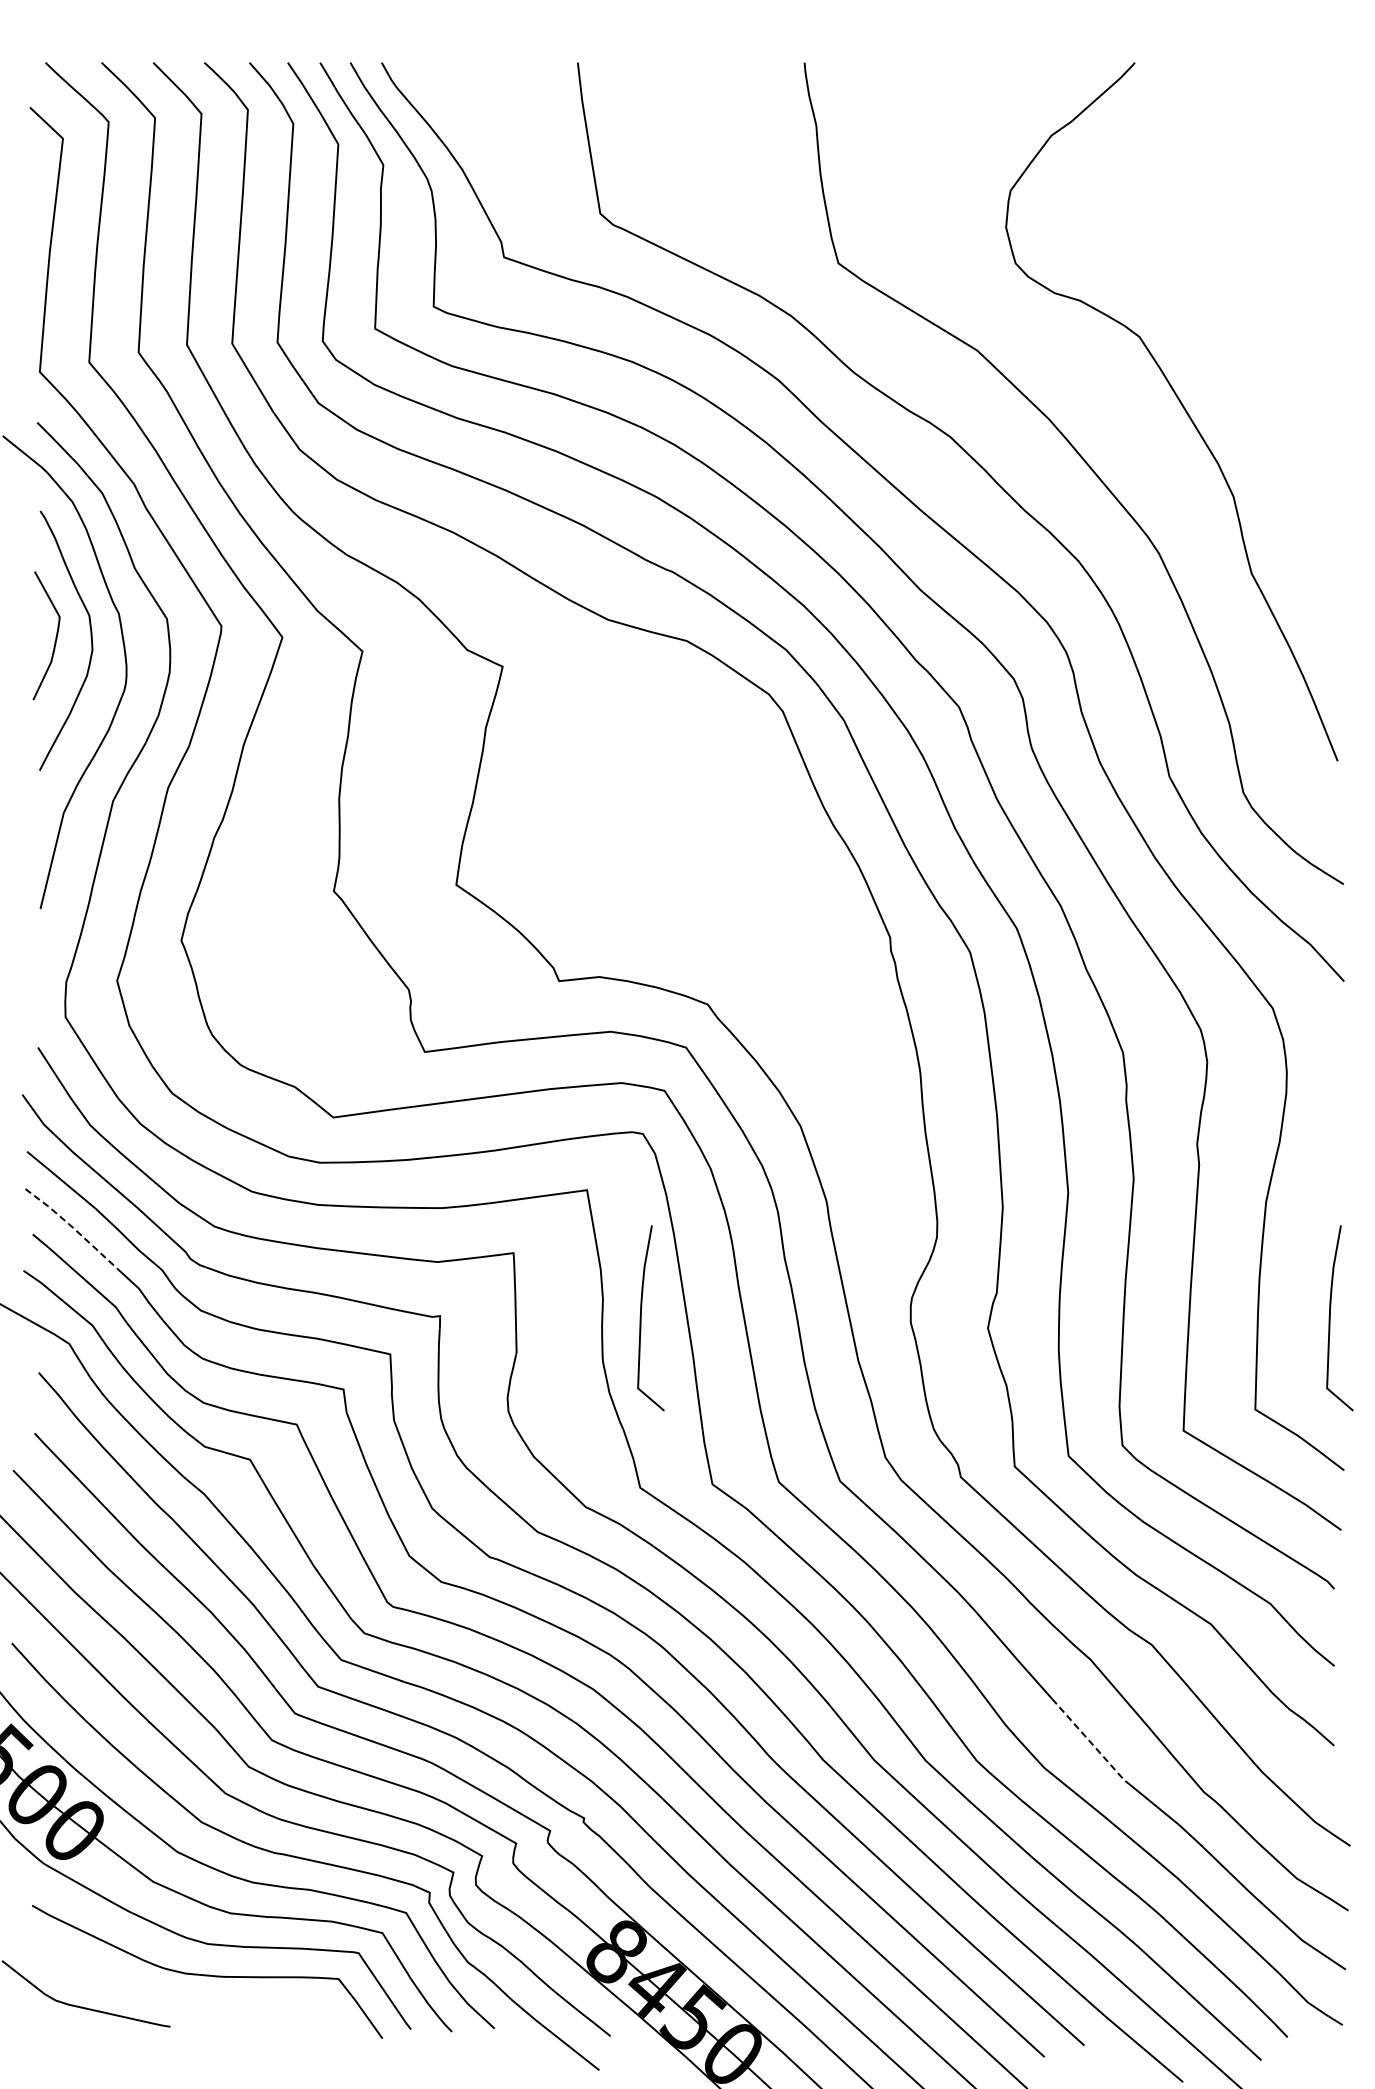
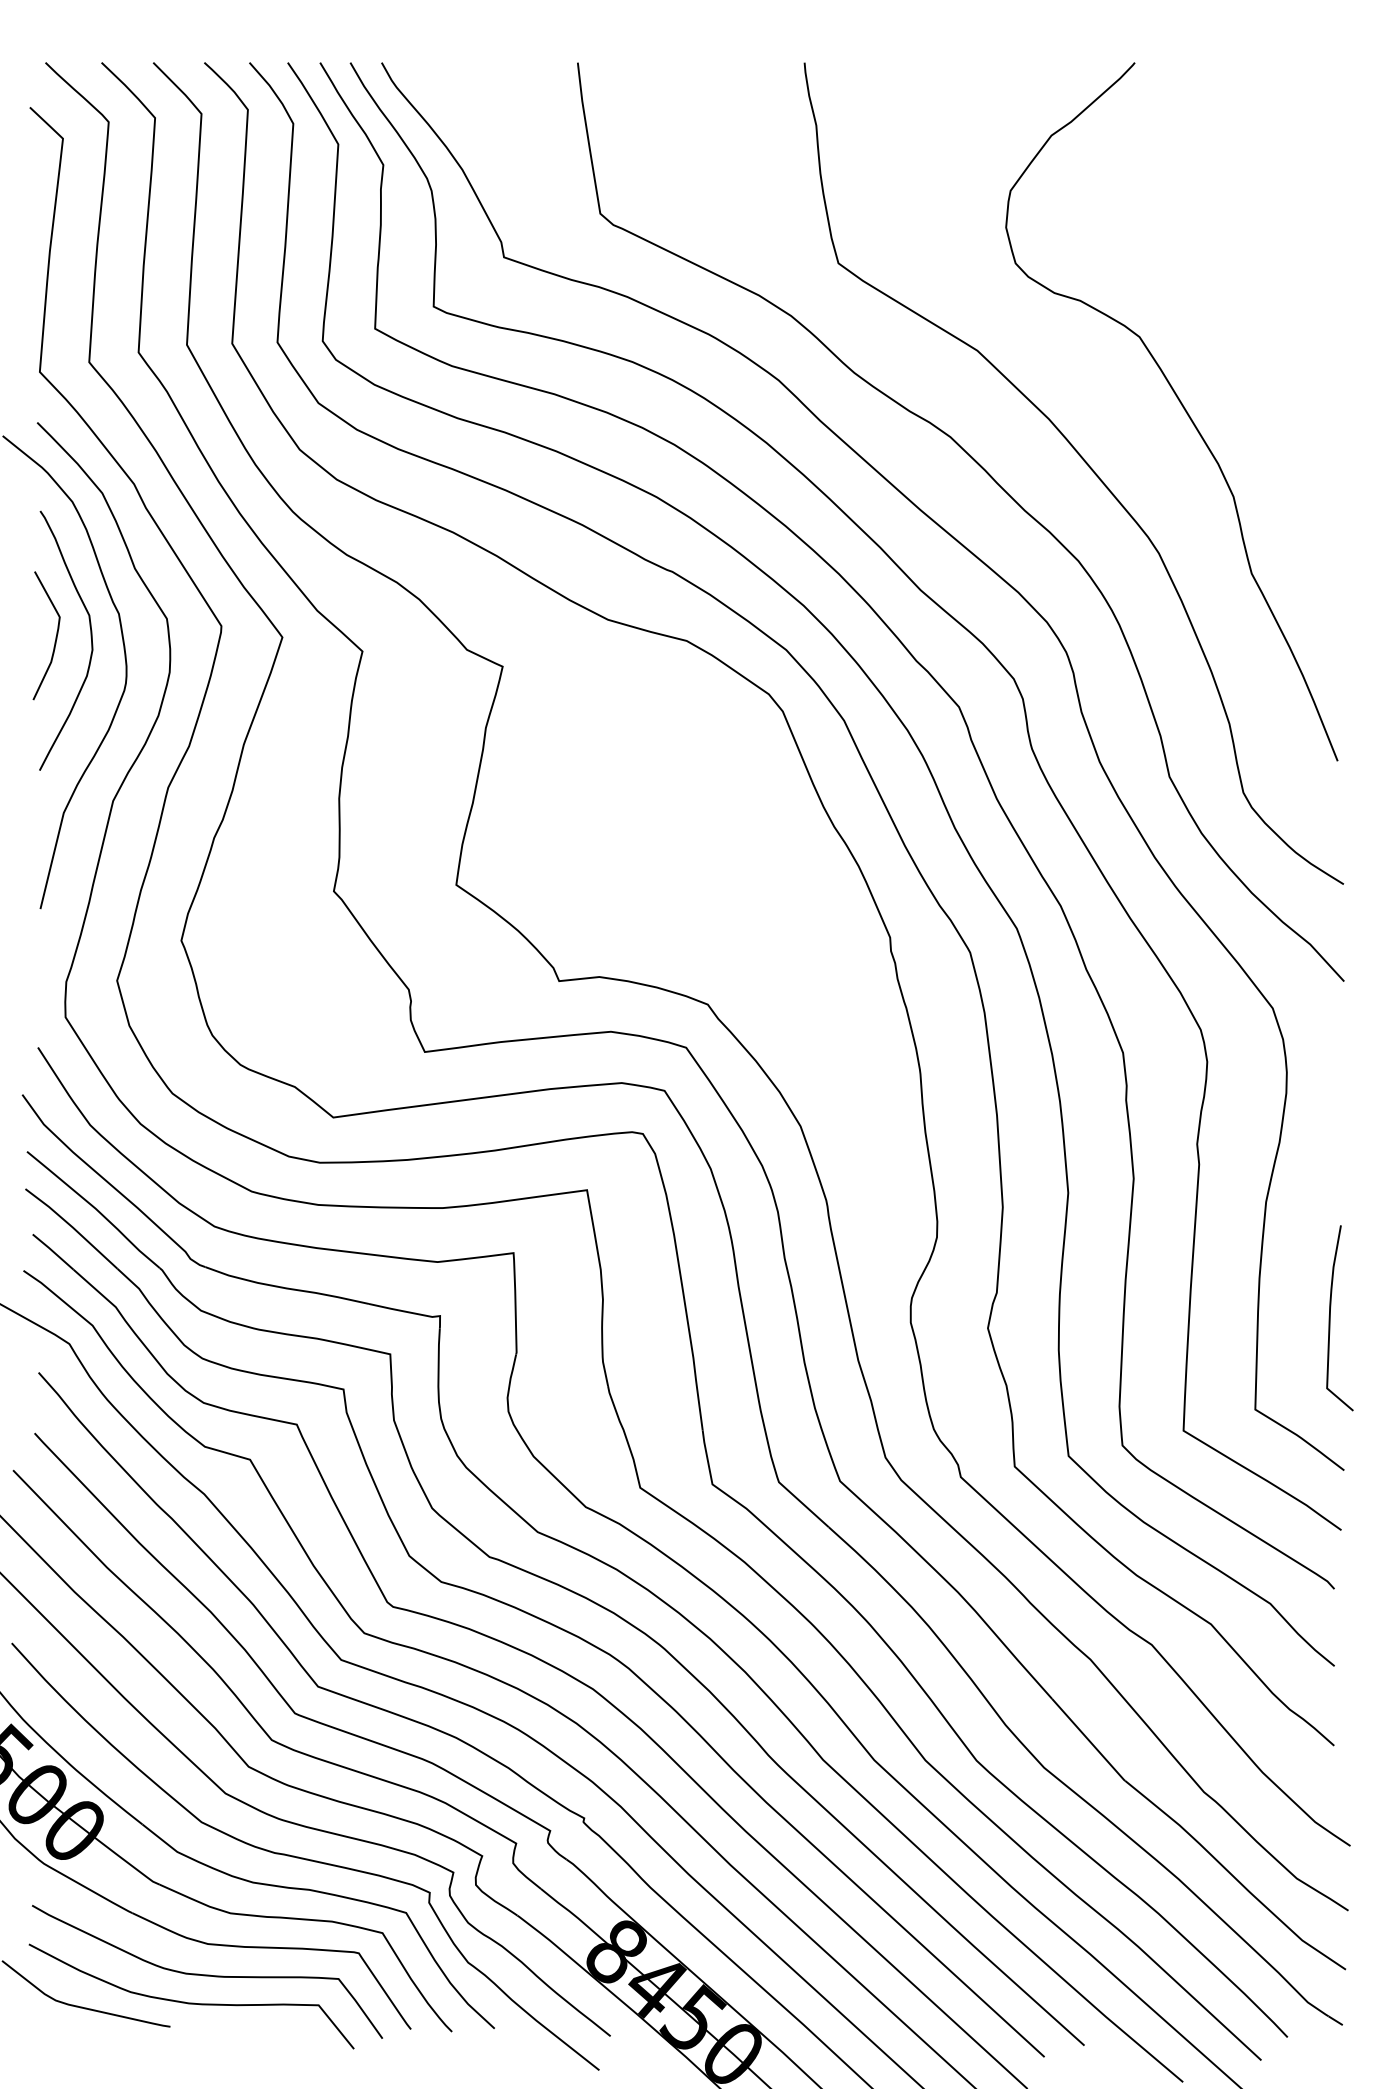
line at (72, 1227): dashed -> solid
curve at (641, 1318): present -> none
line at (1089, 1740): dashed -> solid
curve at (191, 2002): none -> present
